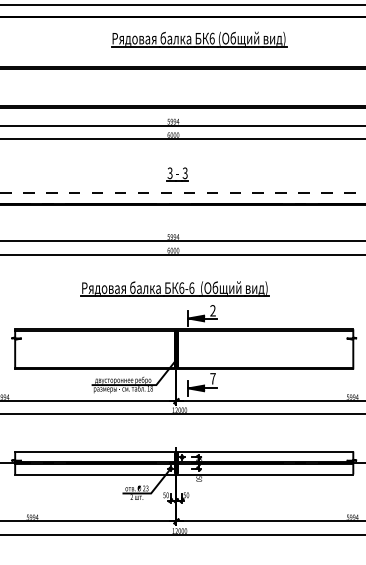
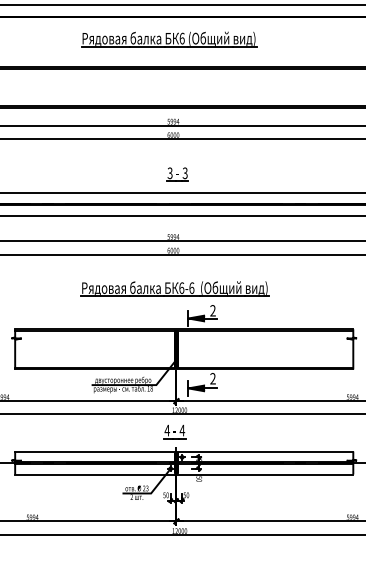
part at (199, 39) position: (199, 39) -> (169, 39)
line at (182, 192): dashed -> solid
line at (182, 215): none -> present
text at (212, 378): 7 -> 2
part at (174, 431): none -> present
